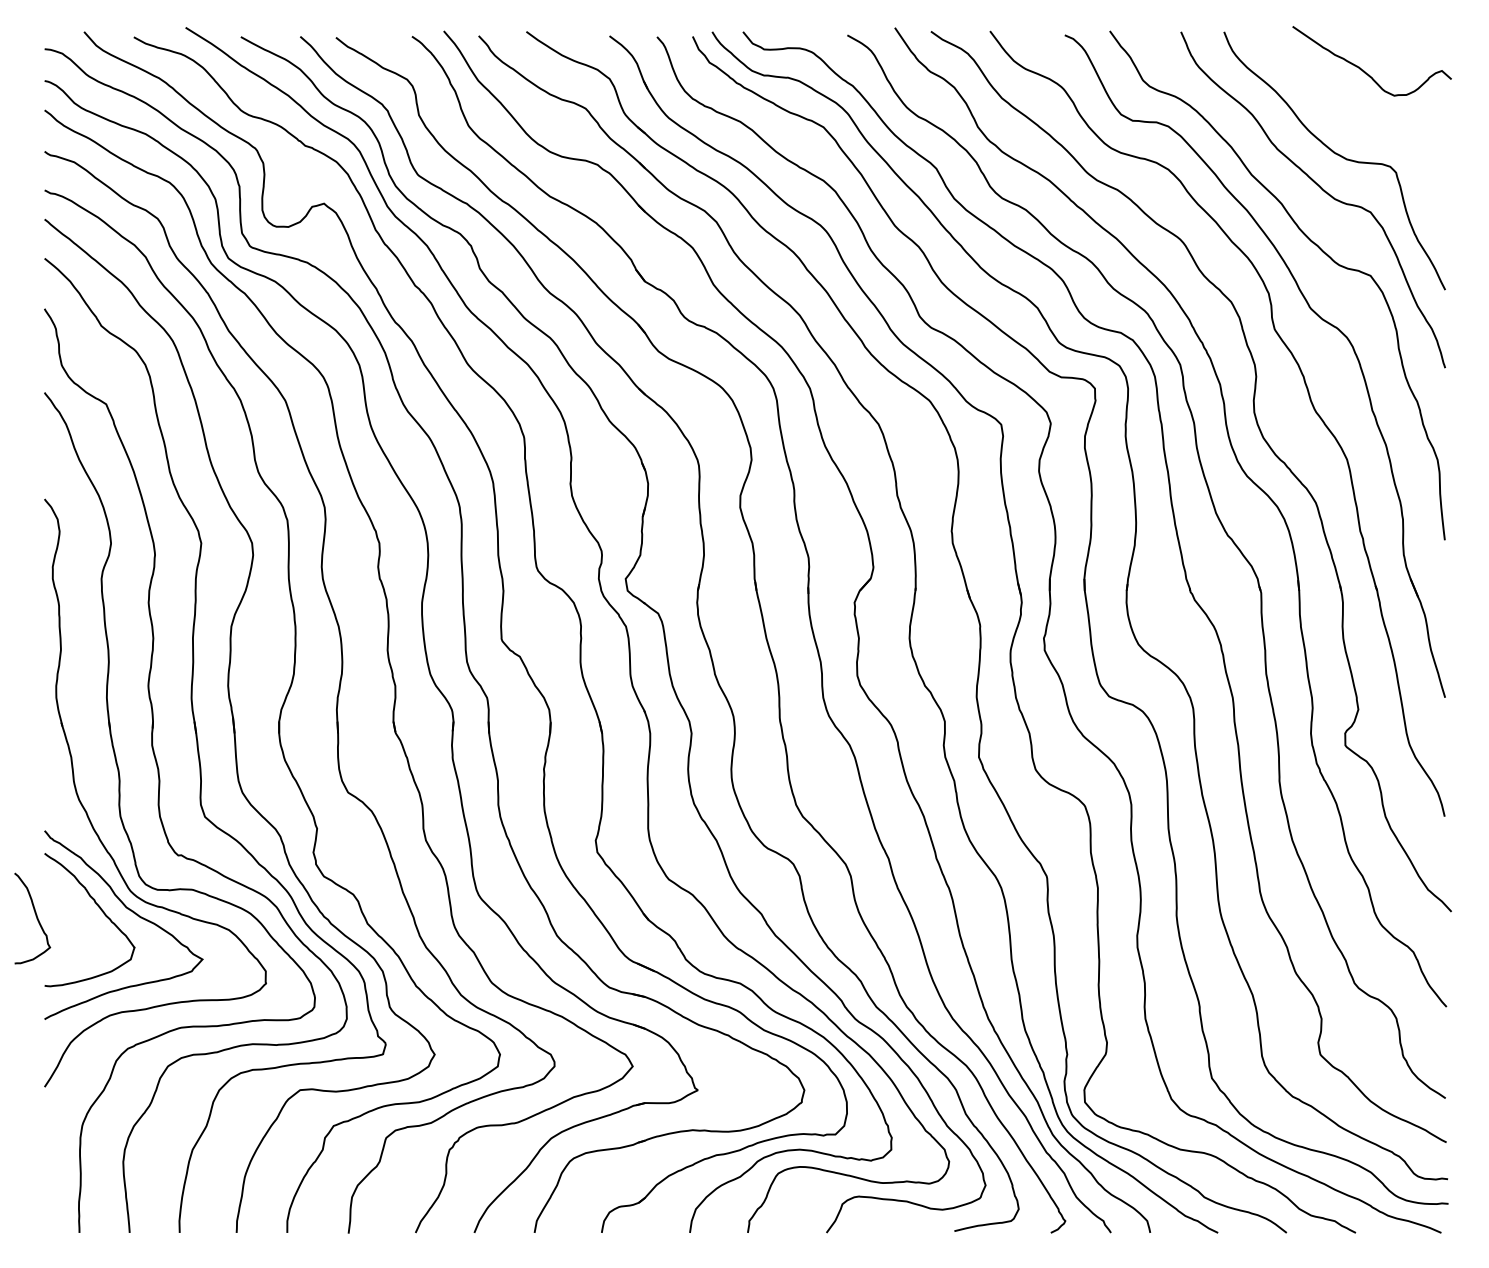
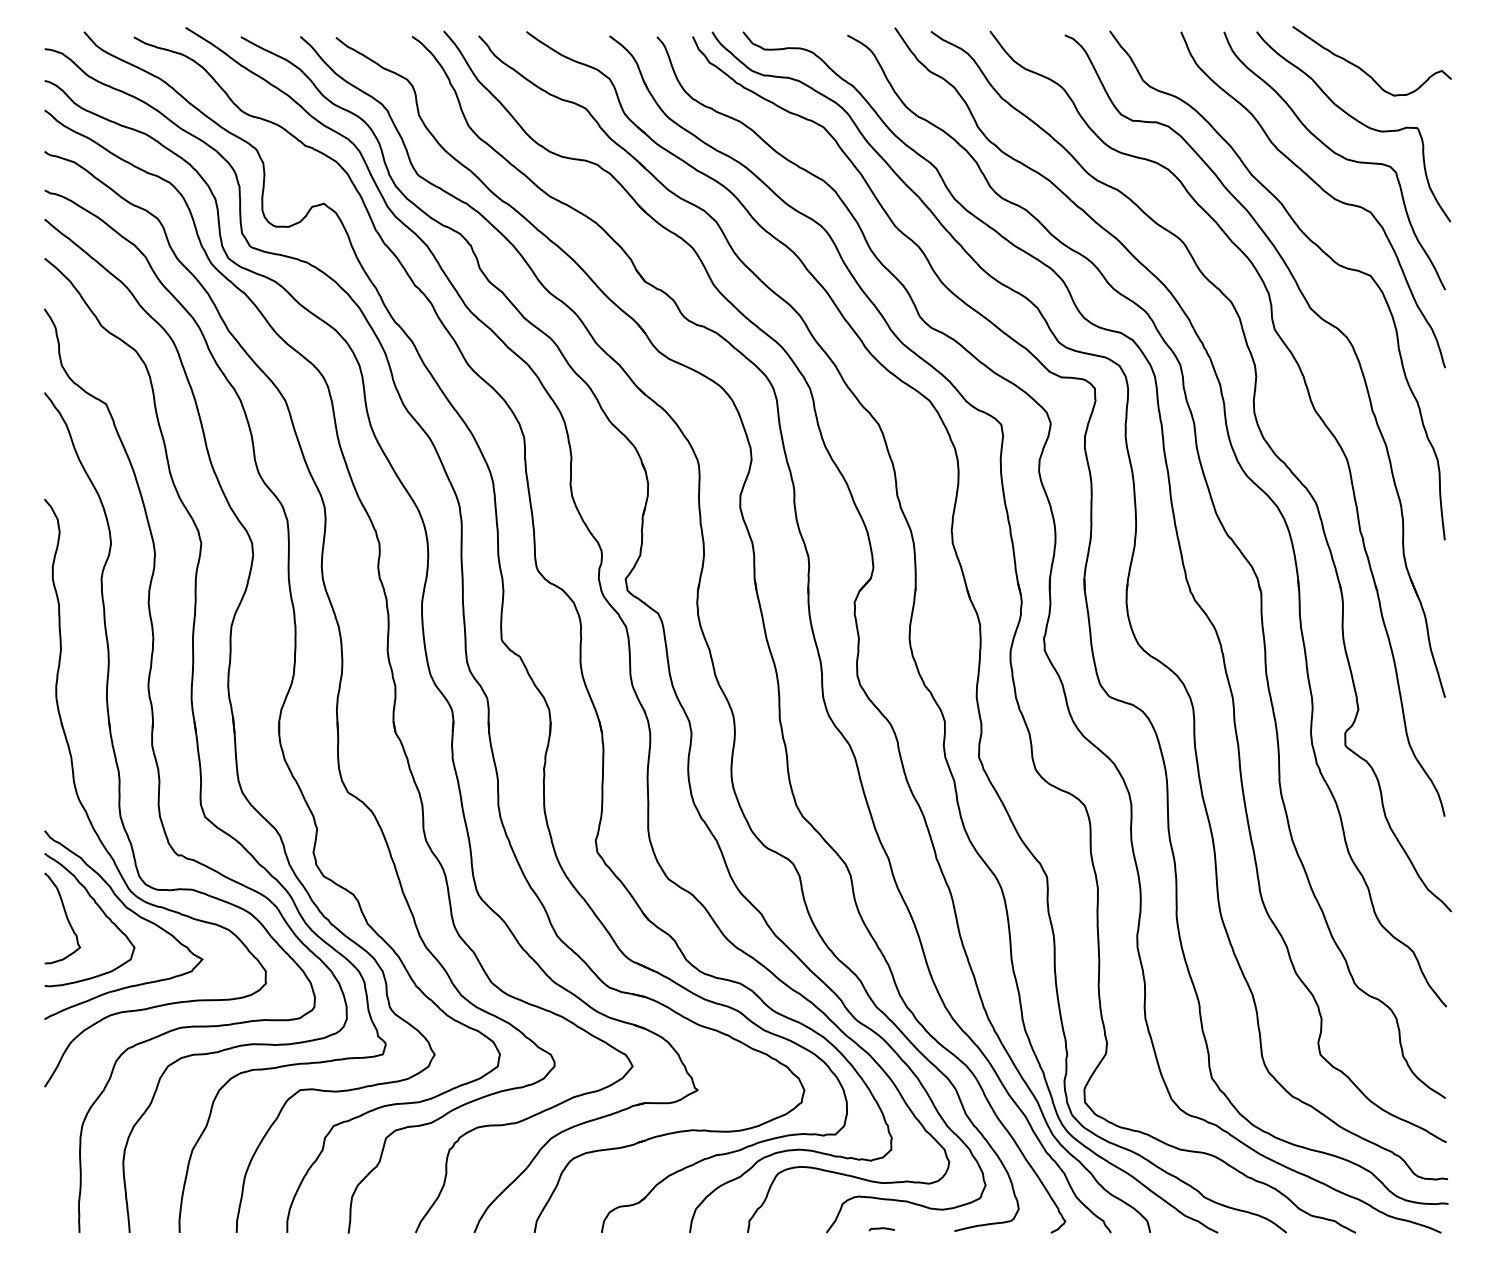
curve at (1356, 121): none -> present
curve at (35, 916) position: (35, 916) -> (65, 916)
curve at (881, 1229): none -> present
